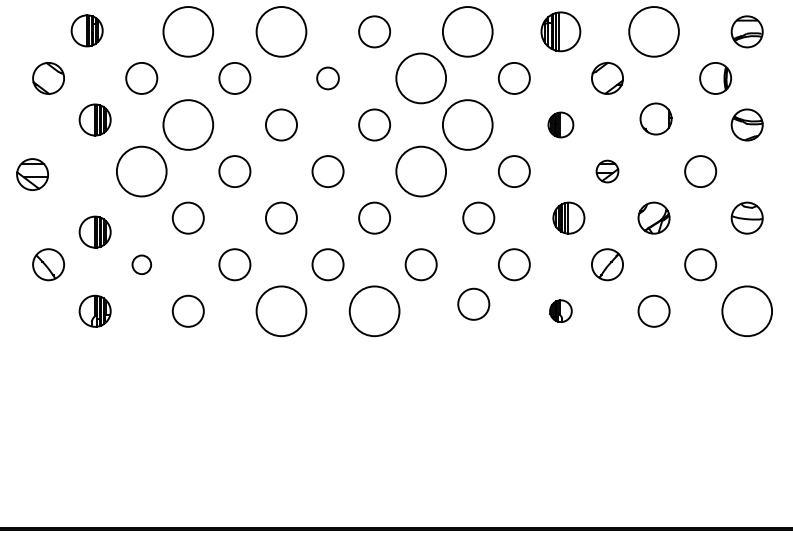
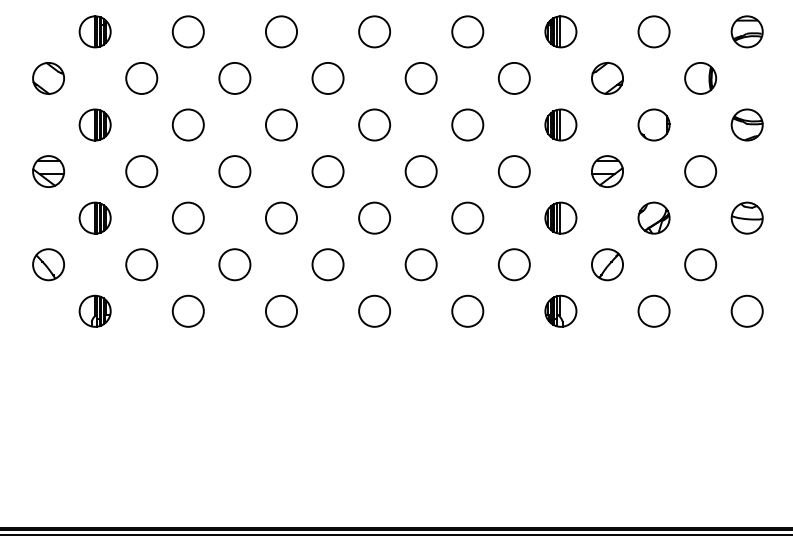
part at (86, 30) position: (86, 30) -> (94, 31)
circle at (188, 31) diameter: 50 px -> 31 px
circle at (281, 31) diameter: 50 px -> 31 px
circle at (467, 31) diameter: 50 px -> 31 px
part at (560, 31) size: 42x42 px -> 34x34 px
circle at (653, 31) diameter: 50 px -> 31 px
circle at (327, 78) size: 24x25 px -> 34x33 px
circle at (421, 78) diameter: 50 px -> 31 px
part at (715, 78) position: (715, 78) -> (700, 78)
circle at (655, 118) position: (655, 118) -> (653, 124)
part at (94, 119) position: (94, 119) -> (94, 124)
circle at (188, 124) diameter: 50 px -> 31 px
circle at (467, 124) diameter: 50 px -> 31 px
part at (560, 124) size: 28x28 px -> 34x34 px
circle at (141, 171) diameter: 50 px -> 31 px
circle at (421, 171) diameter: 50 px -> 31 px
part at (607, 171) size: 25x25 px -> 33x33 px
part at (32, 174) position: (32, 174) -> (48, 171)
circle at (478, 217) position: (478, 217) -> (467, 217)
part at (568, 217) position: (568, 217) -> (560, 217)
part at (94, 231) position: (94, 231) -> (94, 217)
circle at (141, 264) size: 21x21 px -> 34x34 px
circle at (473, 303) position: (473, 303) -> (467, 310)
part at (560, 310) size: 24x24 px -> 34x34 px
circle at (281, 311) diameter: 50 px -> 31 px
circle at (374, 311) diameter: 50 px -> 31 px
circle at (747, 311) diameter: 50 px -> 31 px
line at (395, 535): none -> present
